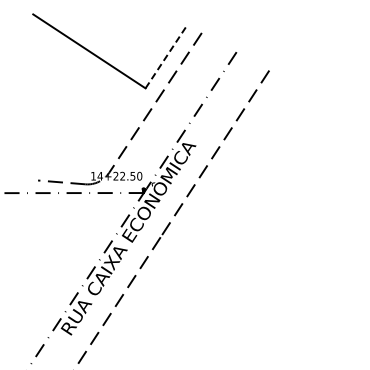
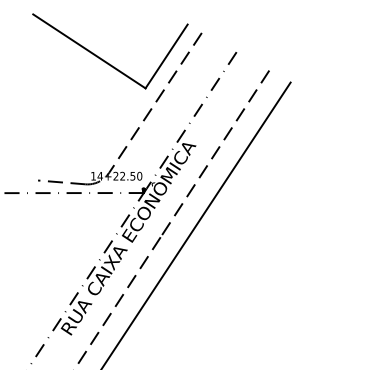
line at (166, 56): dashed -> solid
line at (196, 224): none -> present
